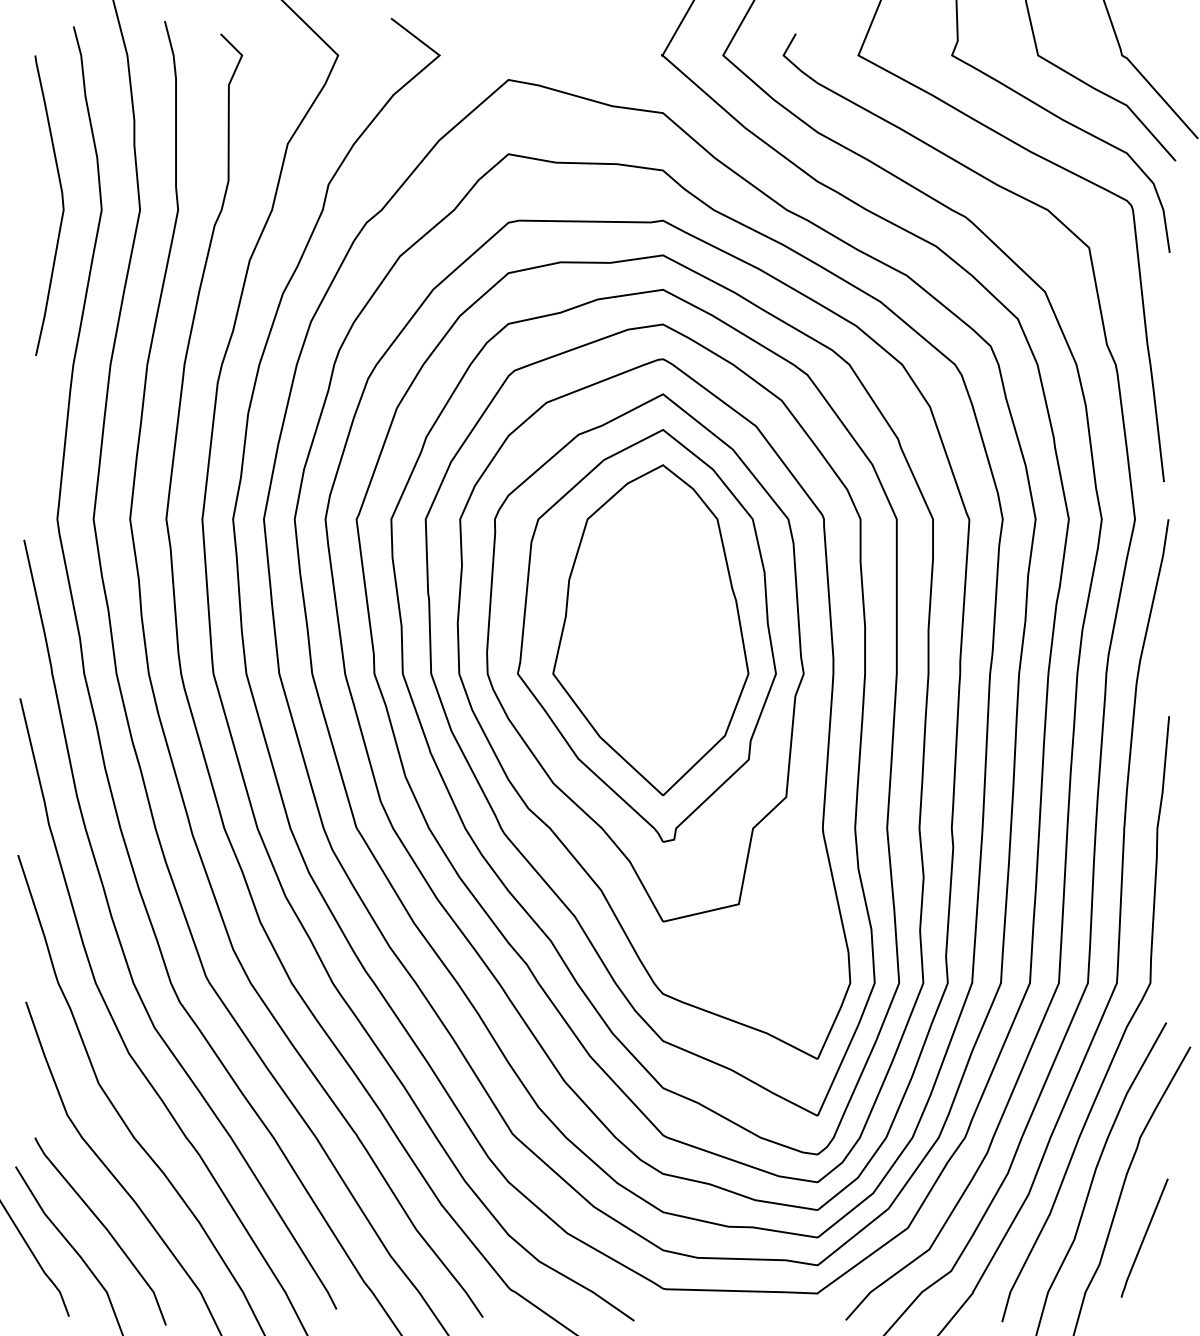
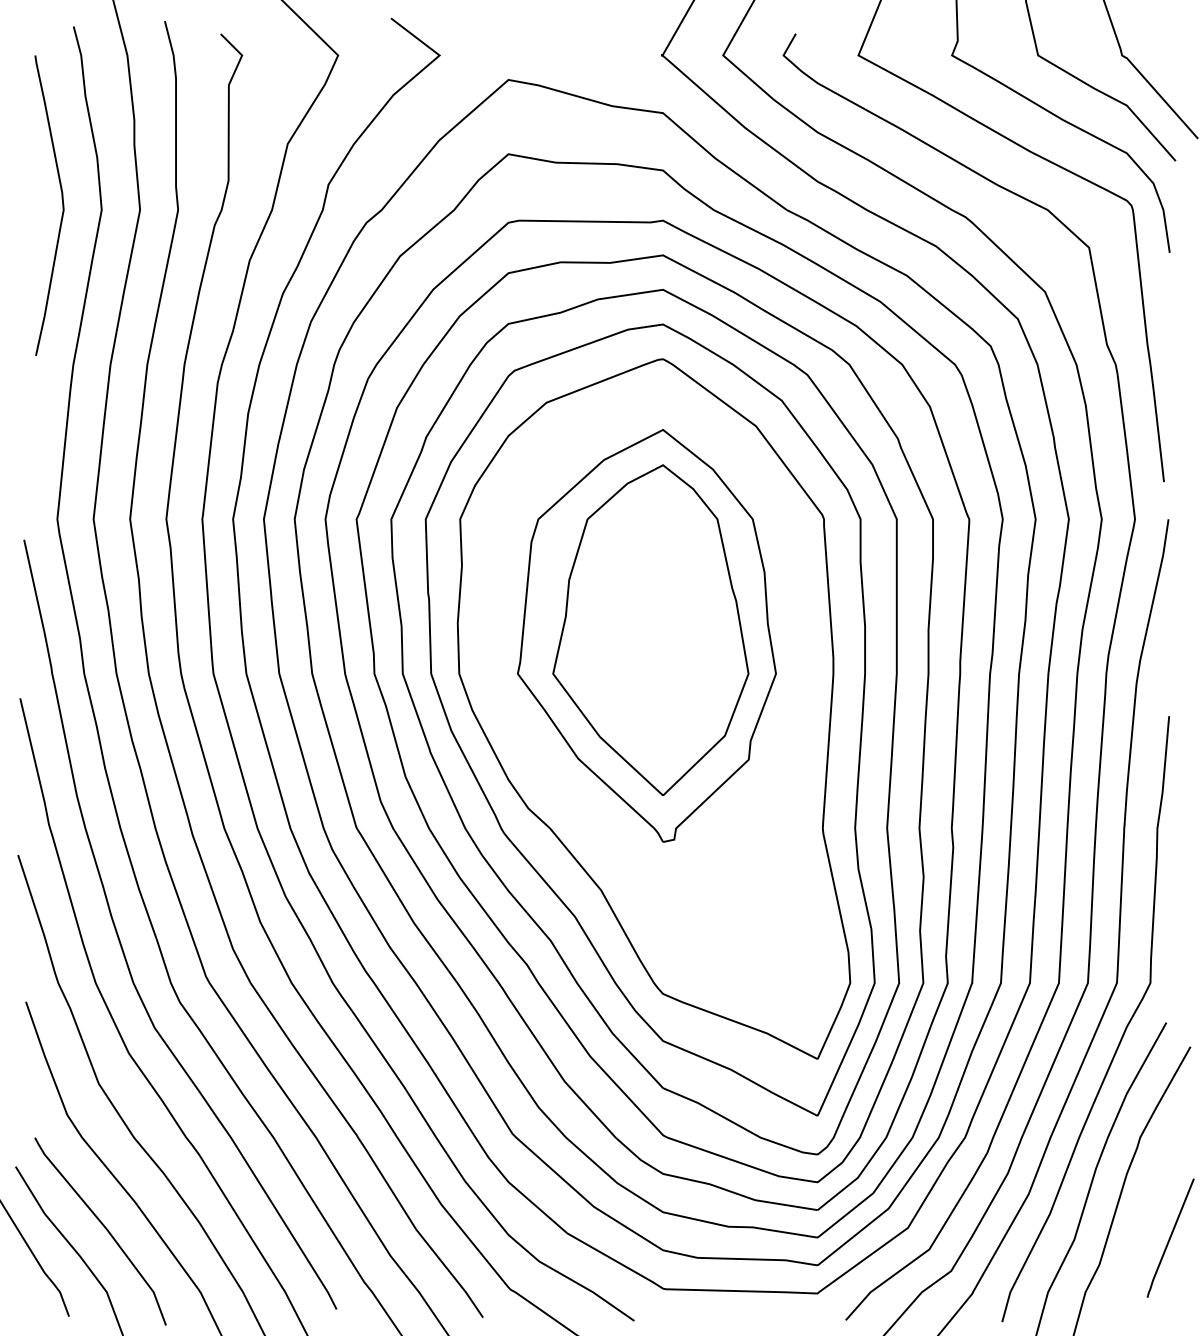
part at (645, 657): present -> none
line at (1144, 1237) position: (1144, 1237) -> (1170, 1237)
